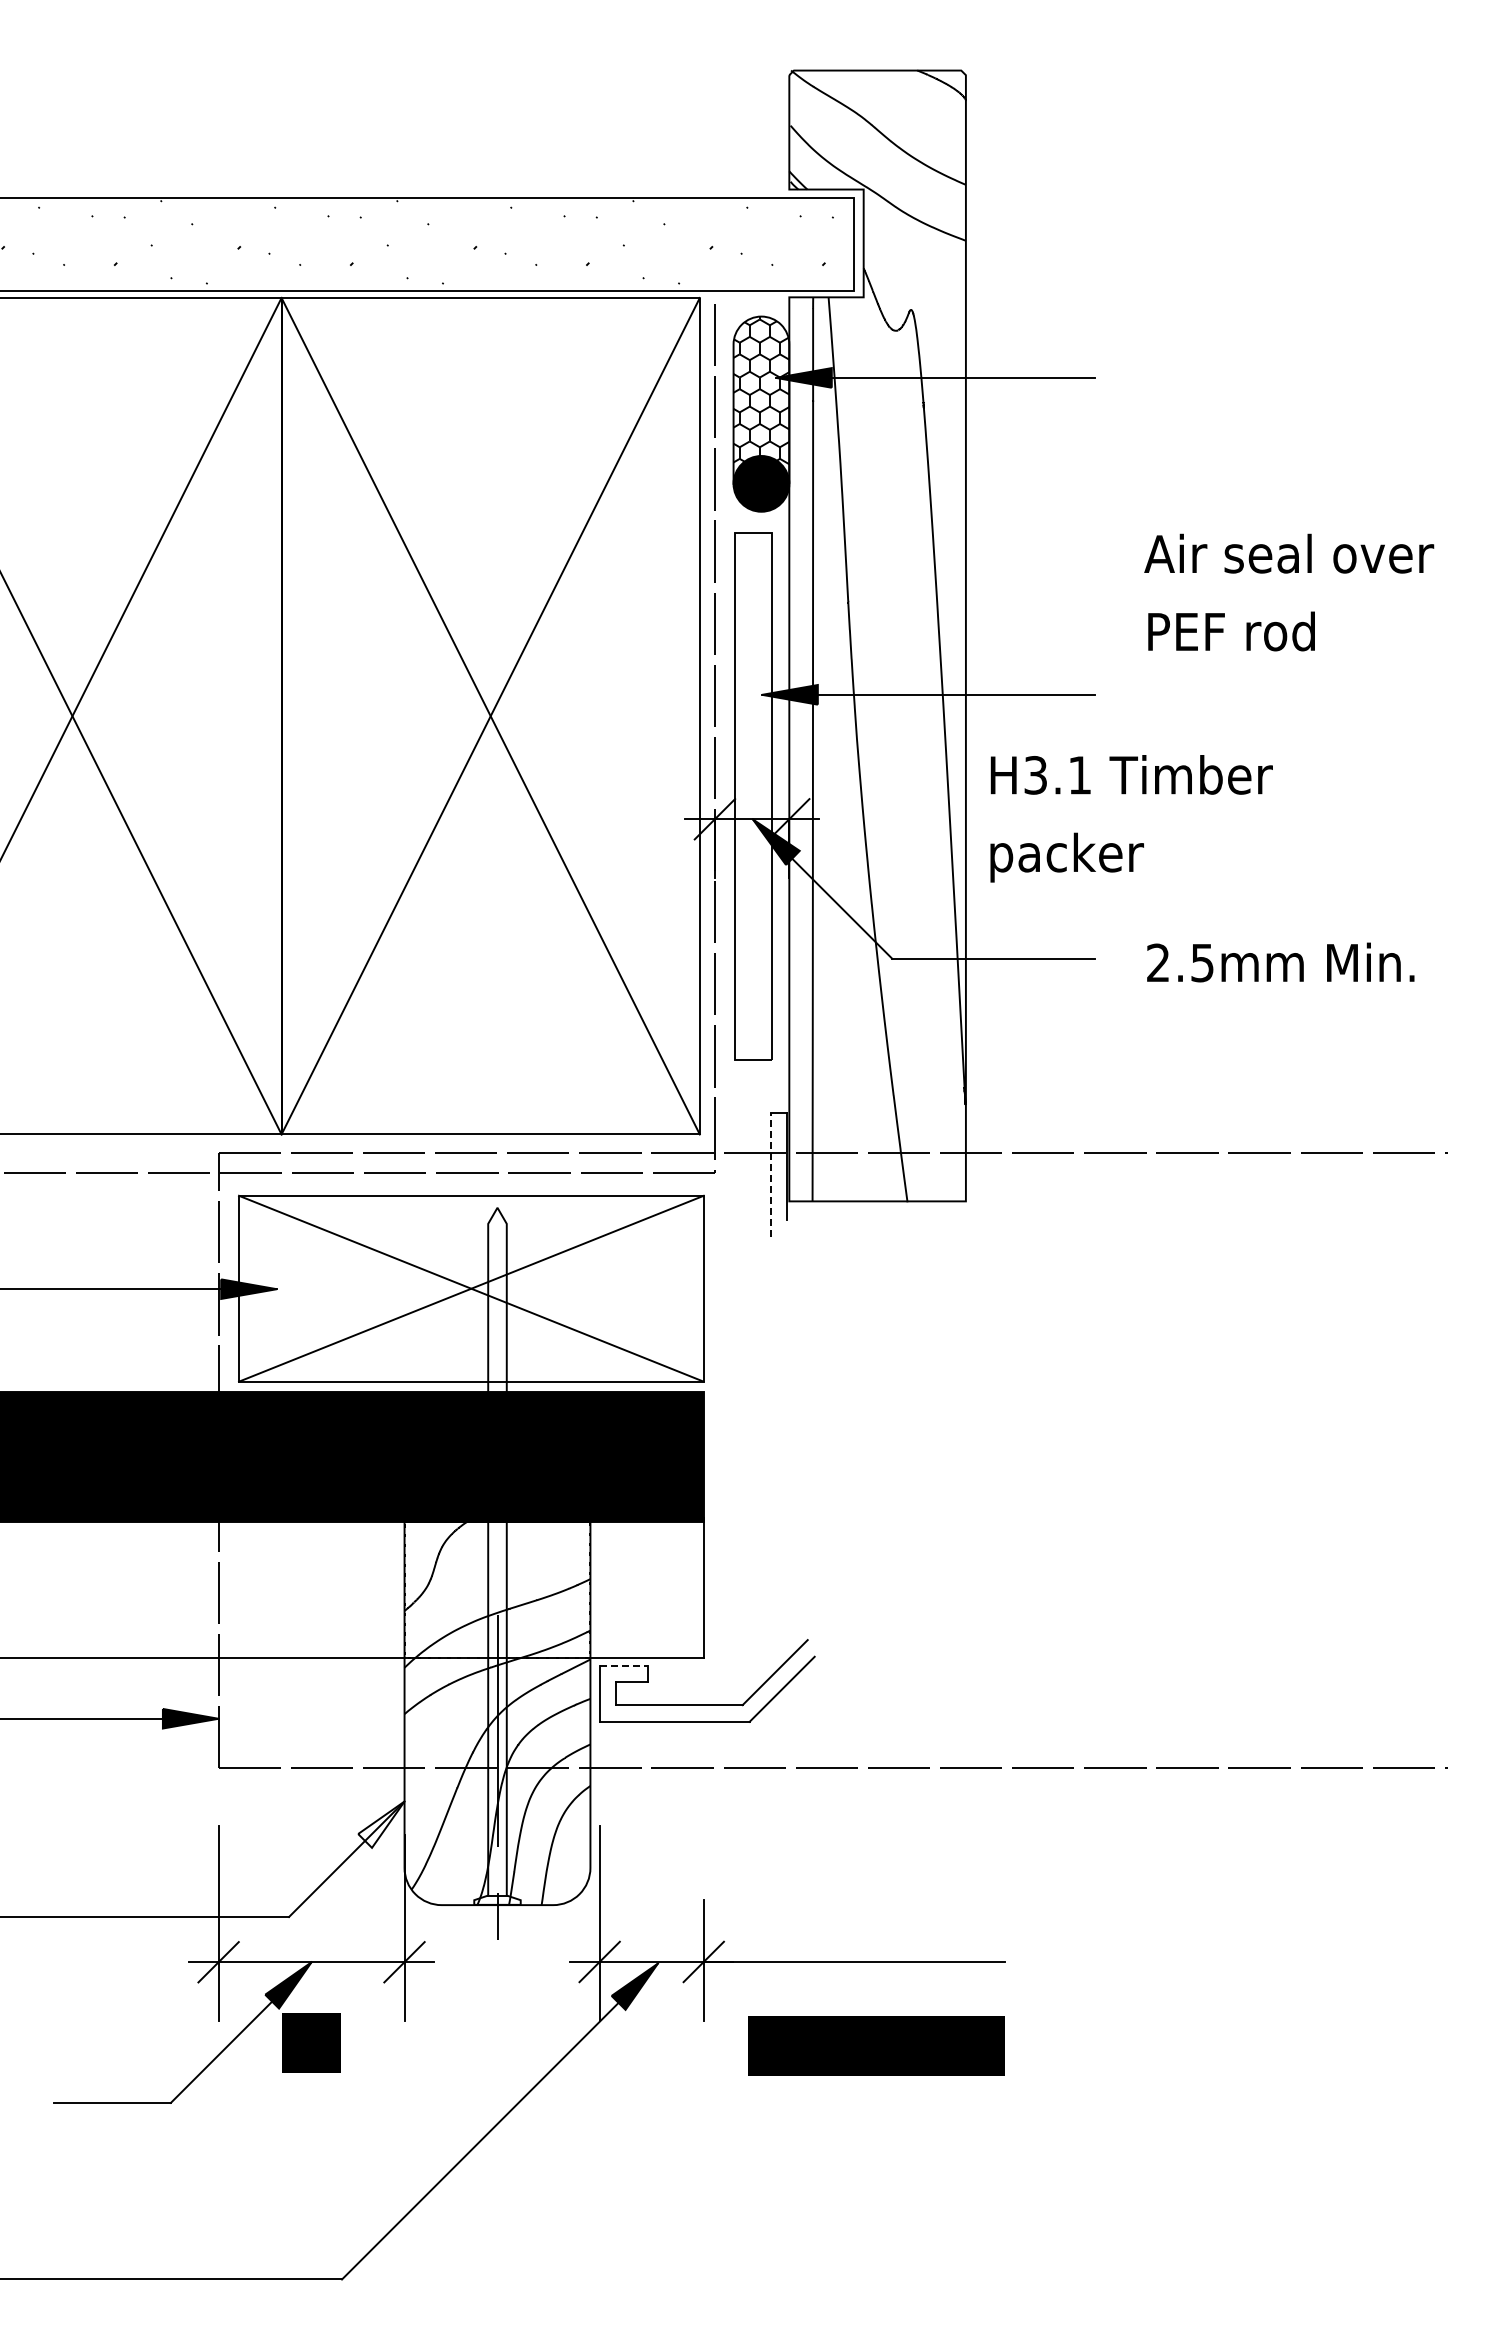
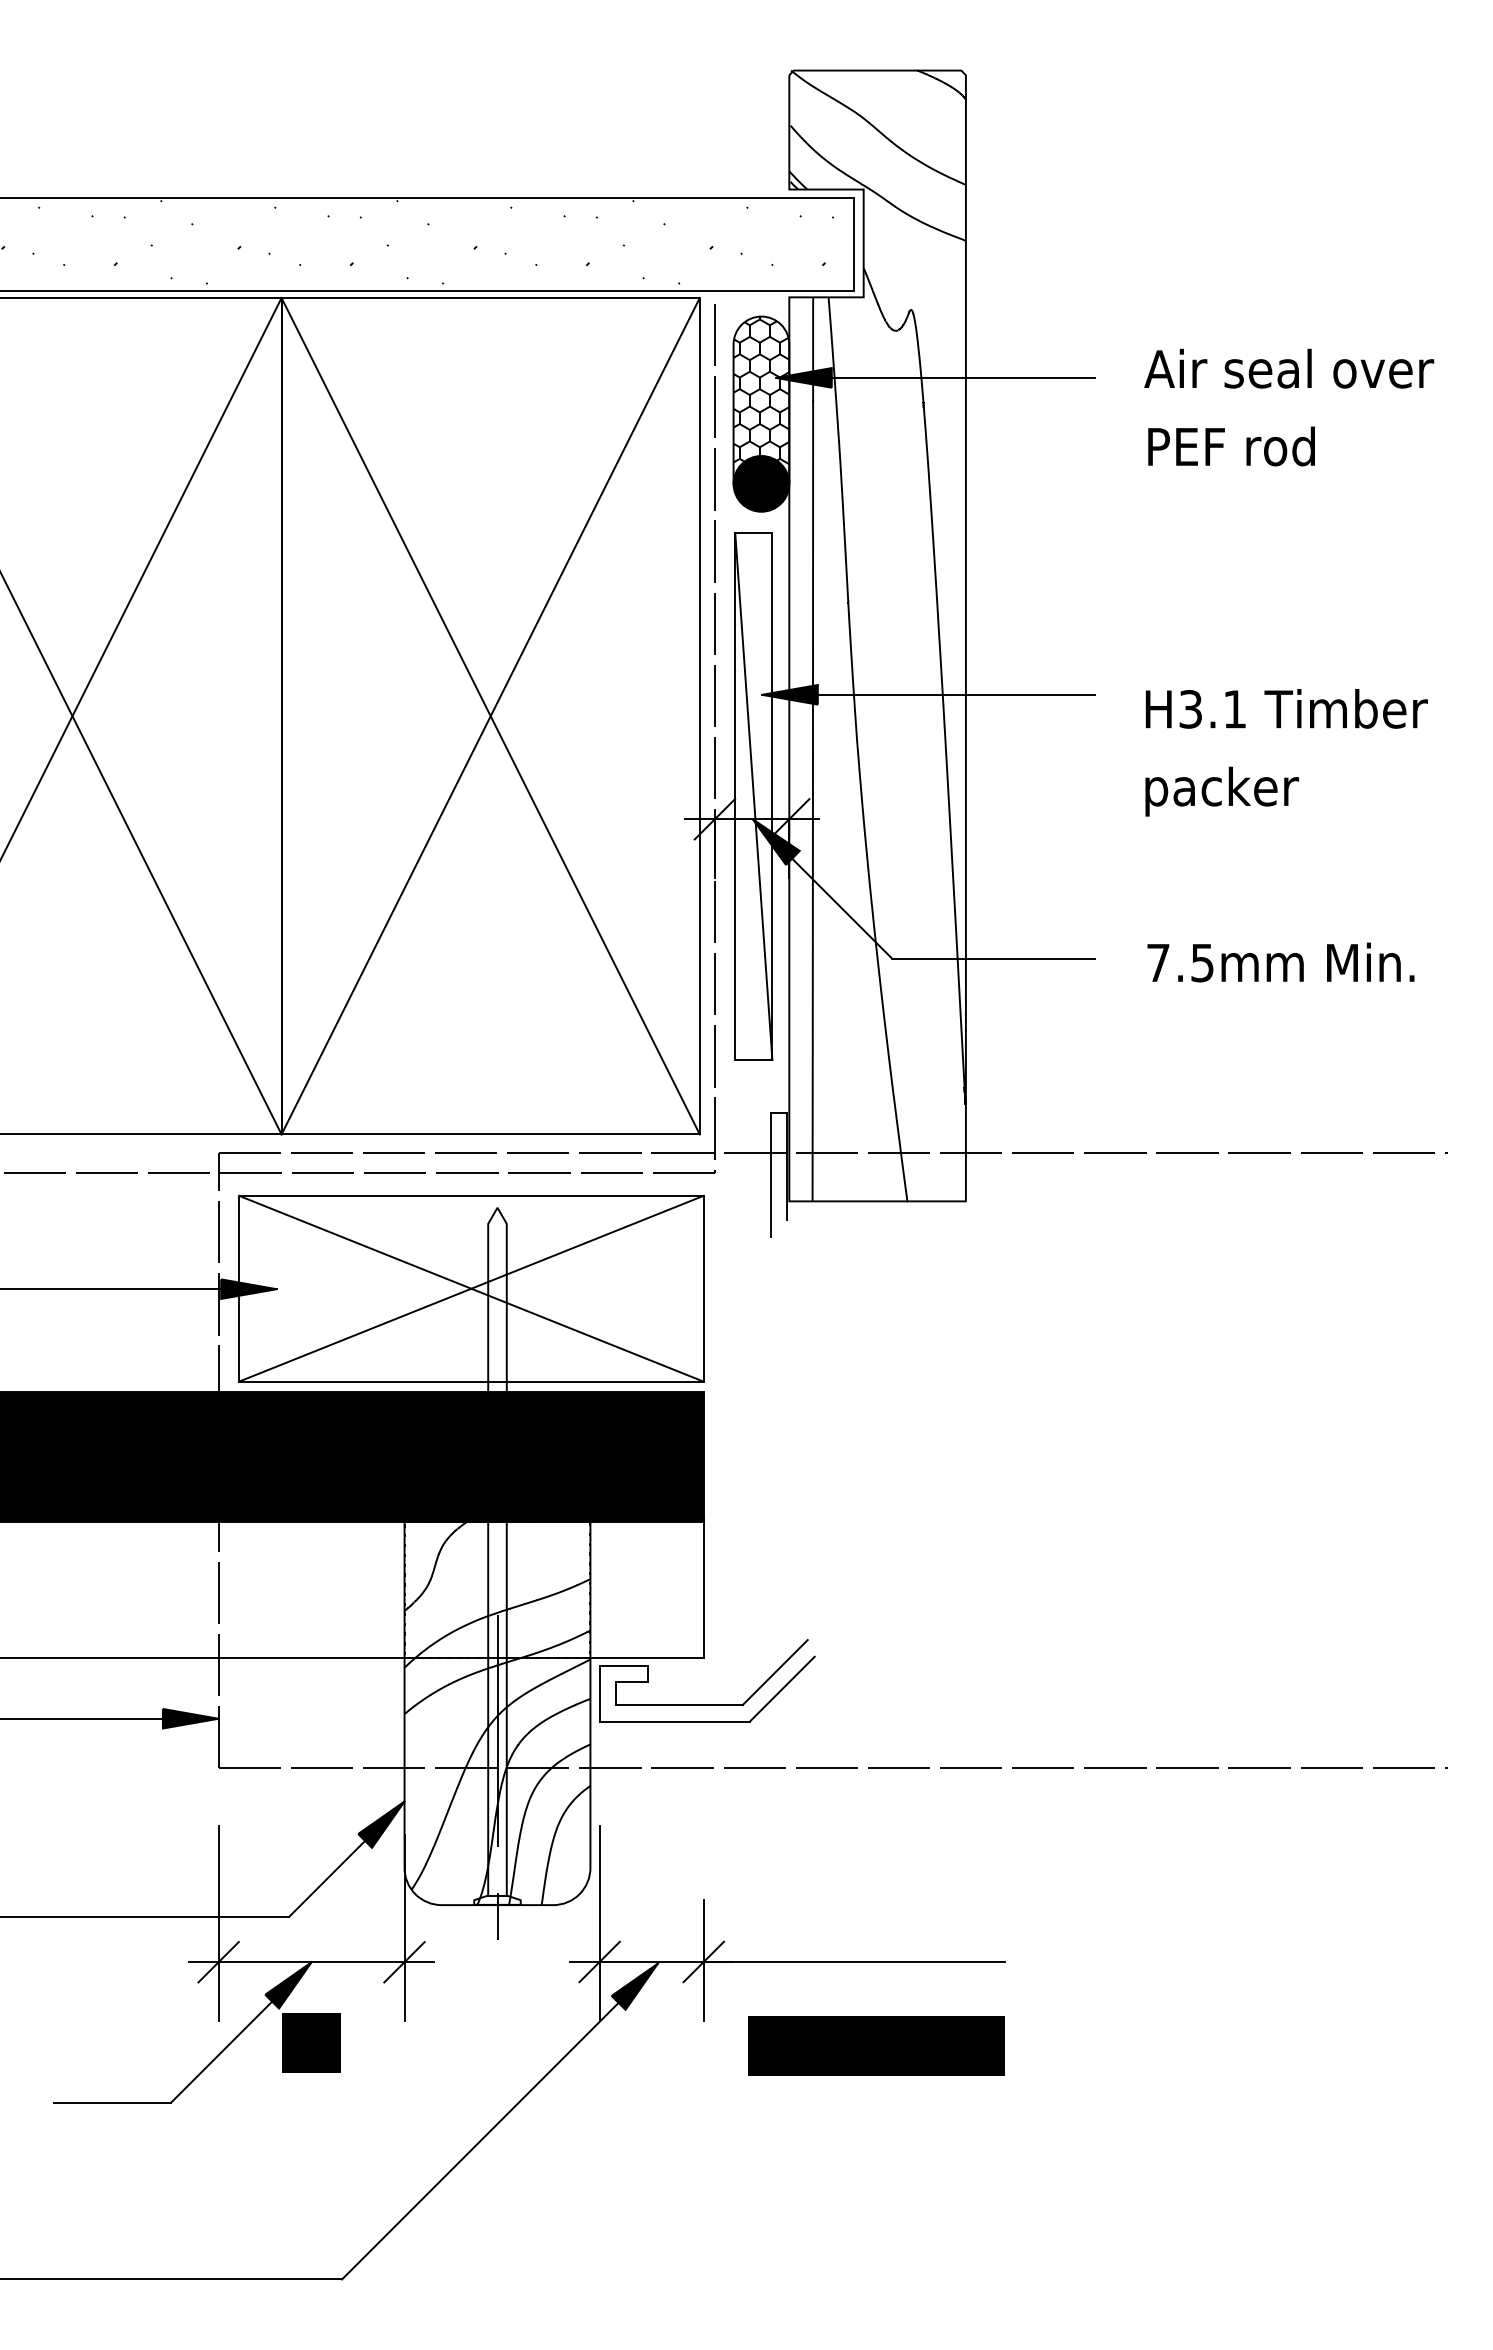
text at (1289, 592) position: (1289, 592) -> (1289, 407)
line at (753, 796): none -> present
text at (1131, 818) position: (1131, 818) -> (1286, 752)
text at (1158, 962): 2.5mm -> 7.5mm
line at (770, 1174): dashed -> solid
line at (624, 1665): dashed -> solid
fill at (381, 1824): none -> present
